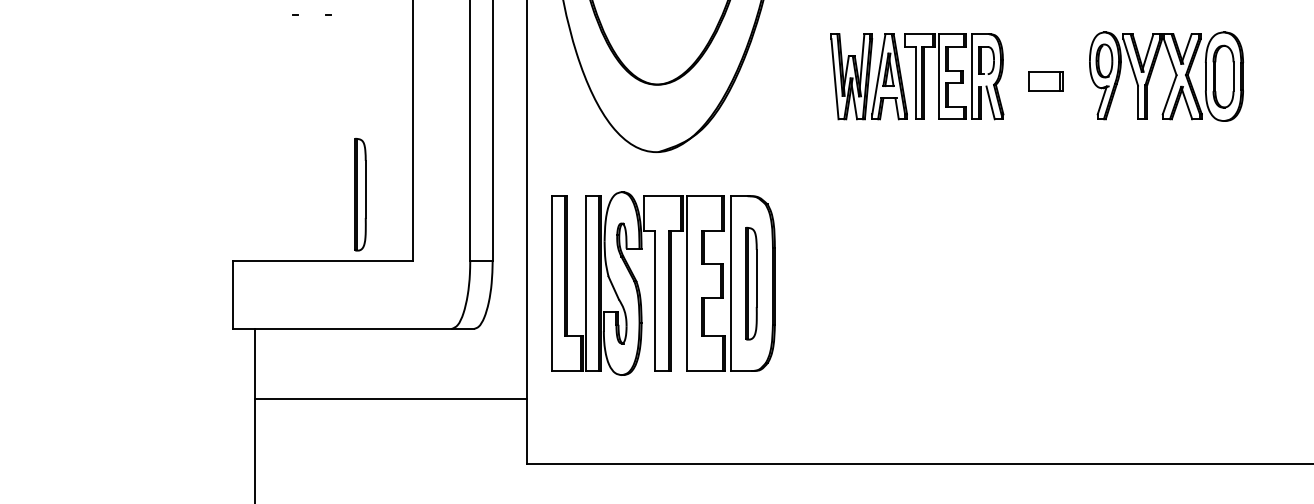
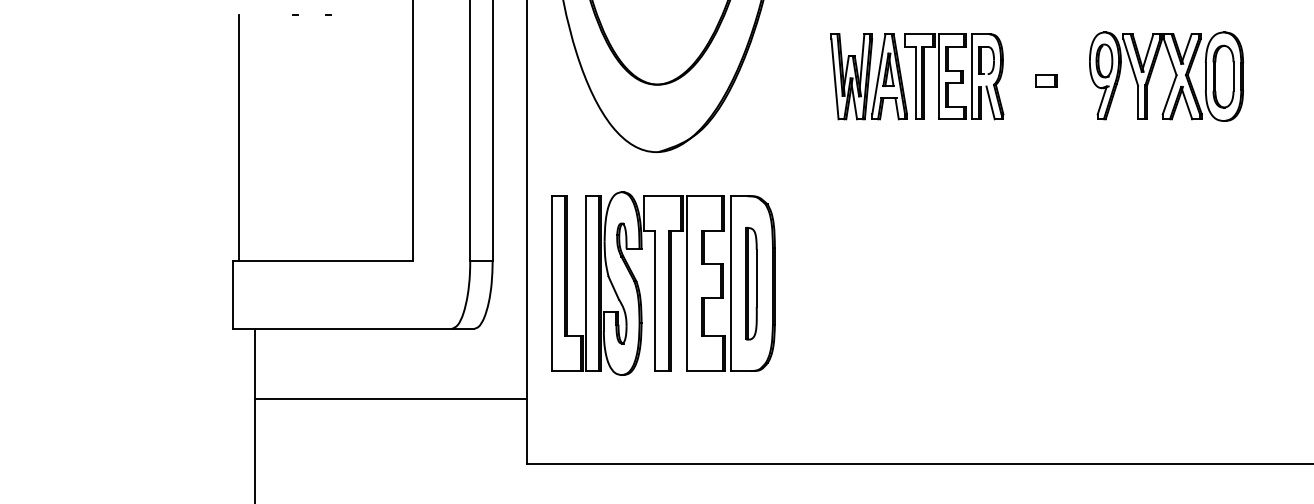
part at (1045, 81) size: 36x21 px -> 23x14 px
line at (238, 138): none -> present
part at (360, 194): present -> none
